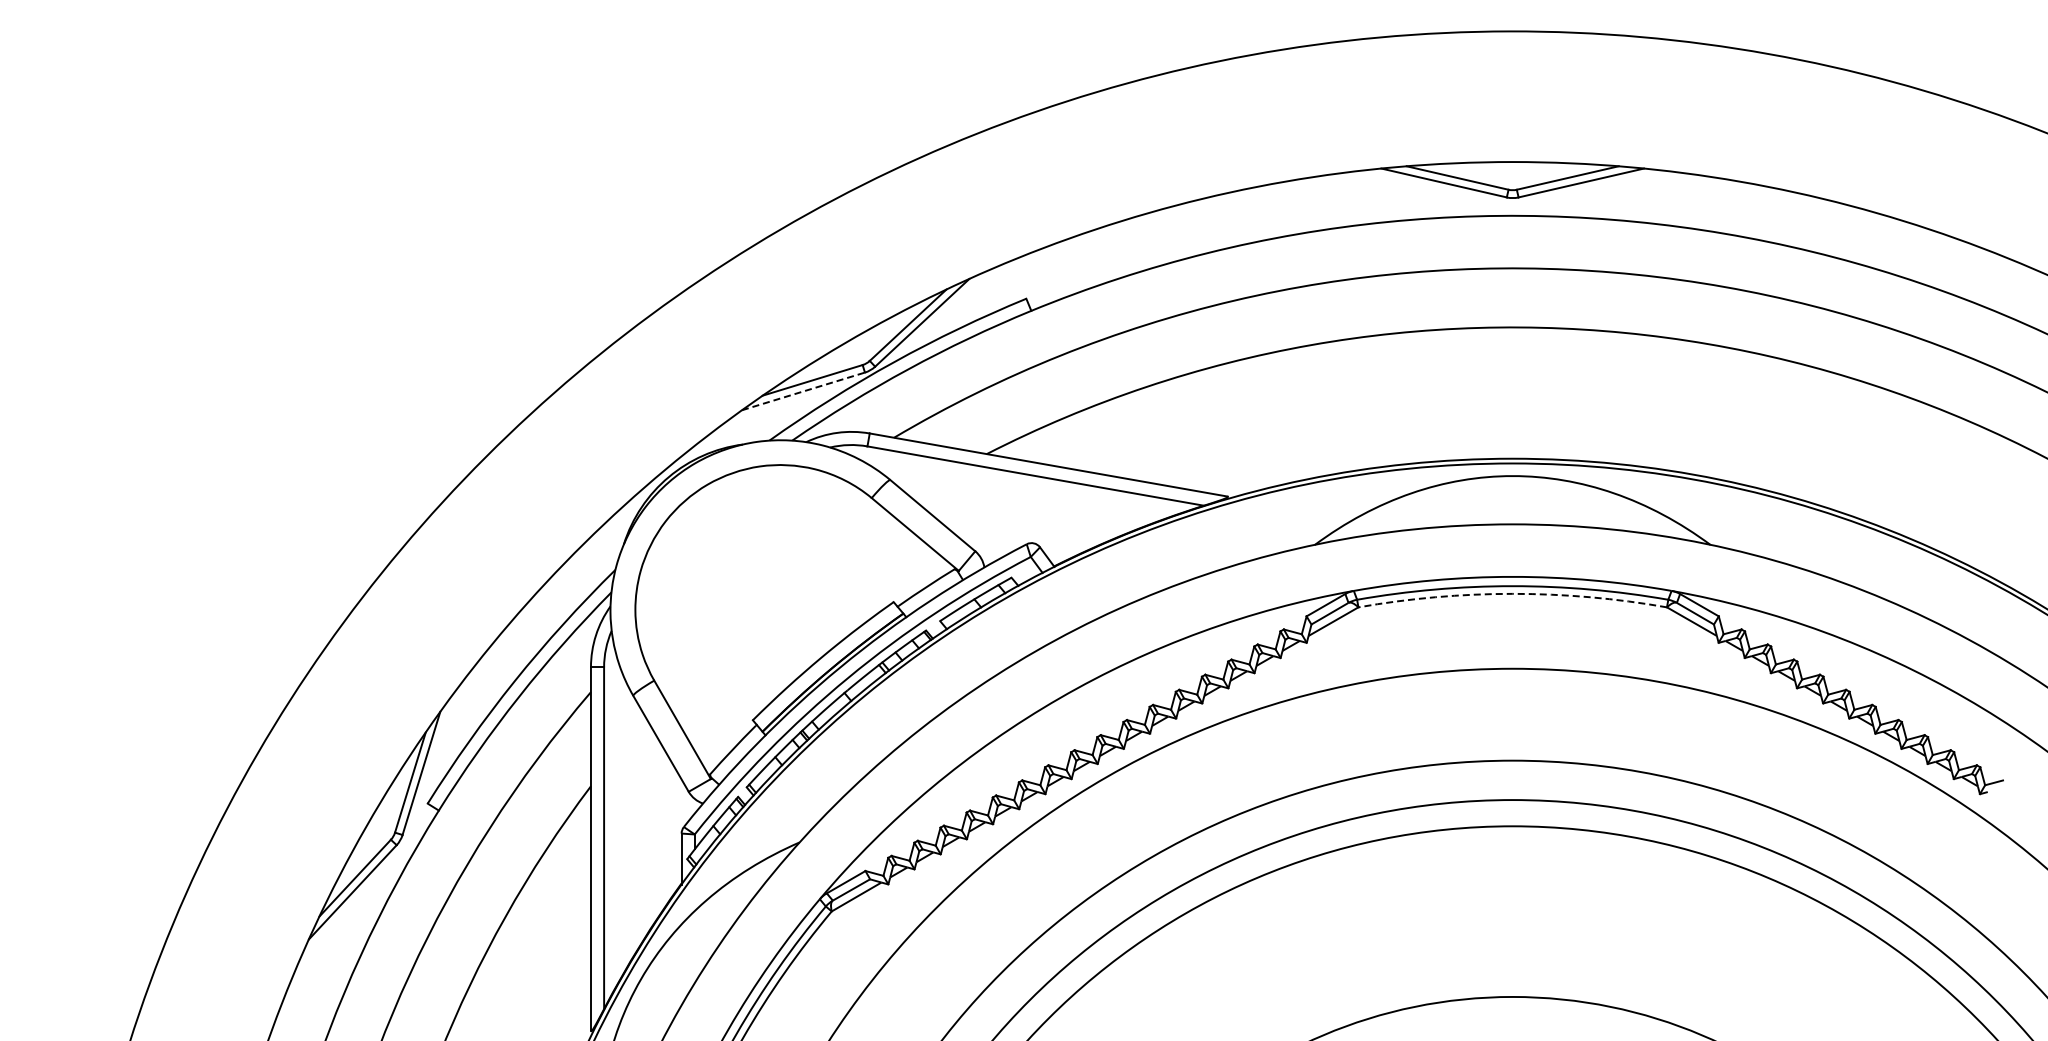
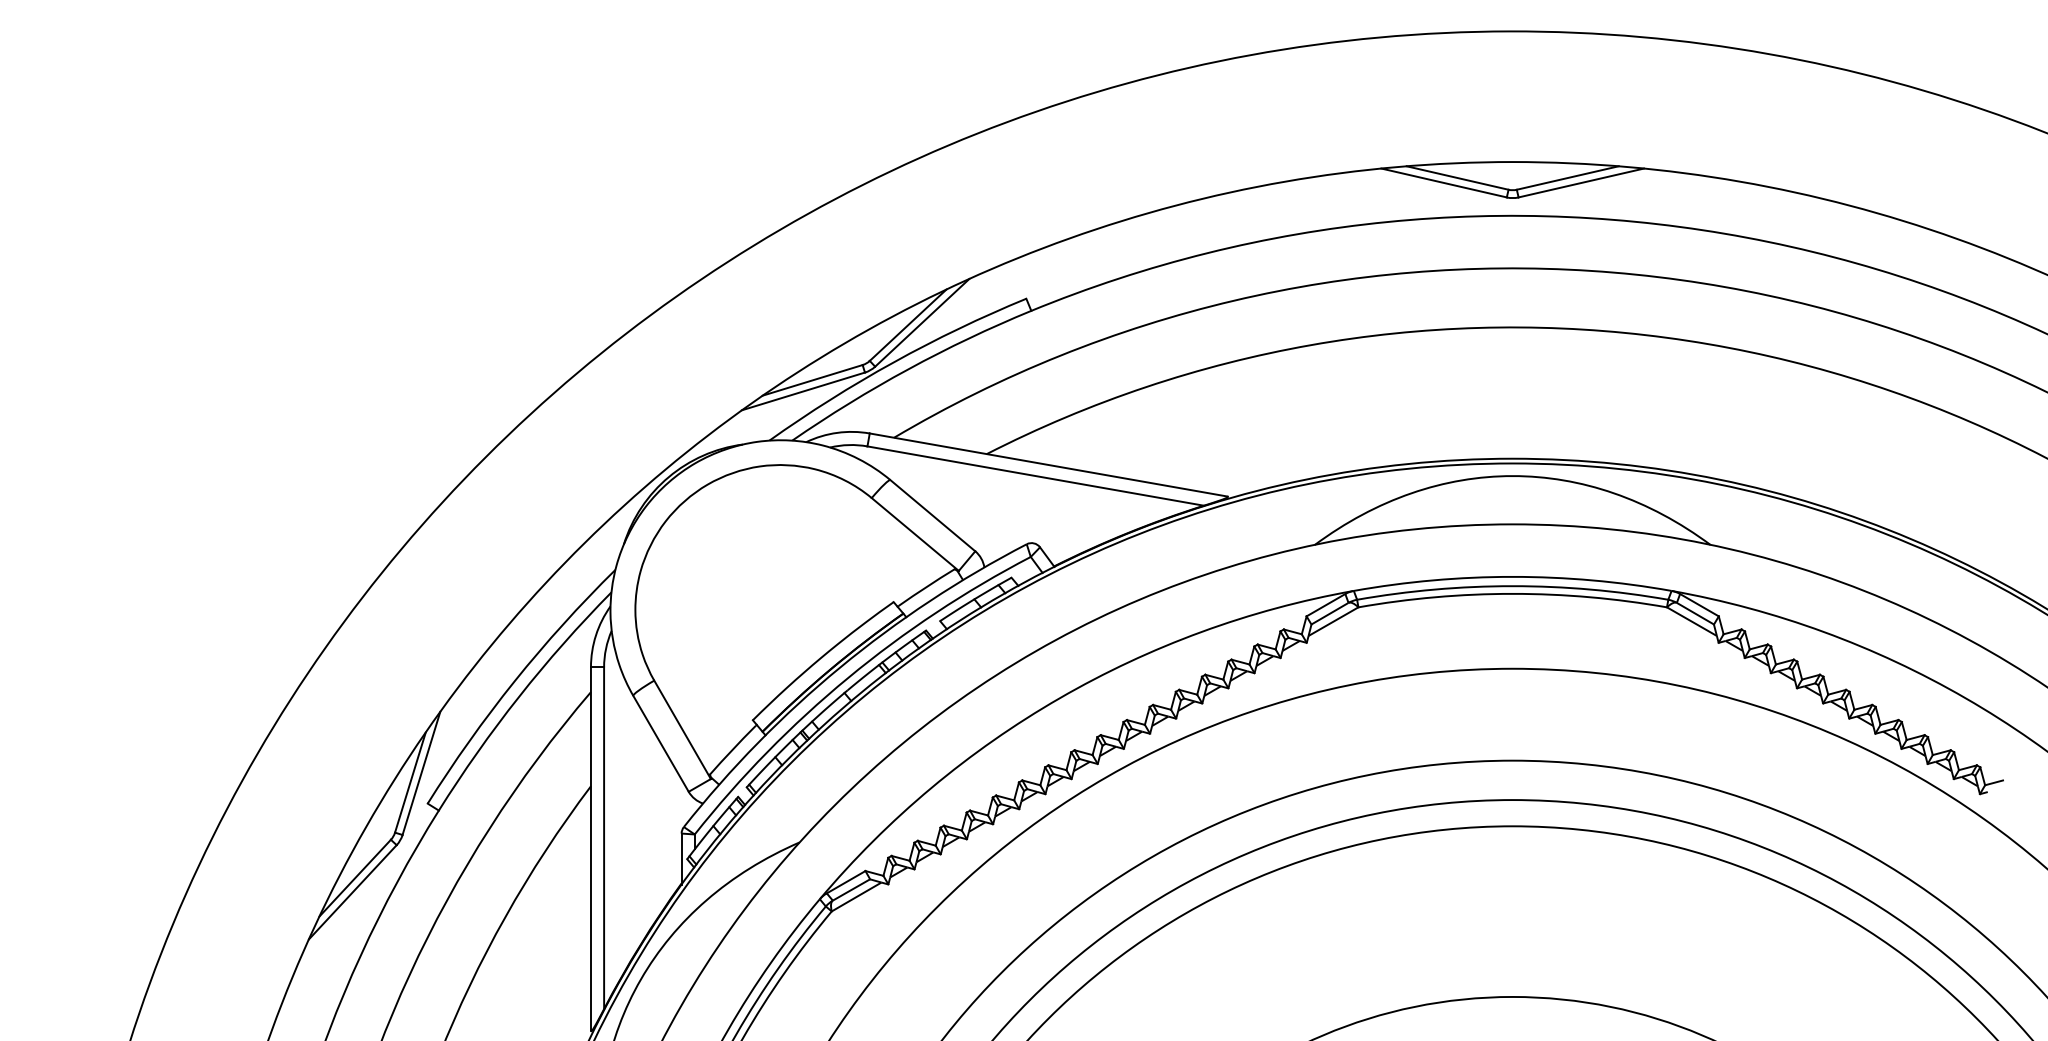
line at (803, 391): dashed -> solid
arc at (1512, 593): dashed -> solid
